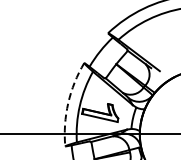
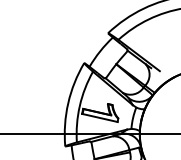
arc at (68, 103): dashed -> solid
